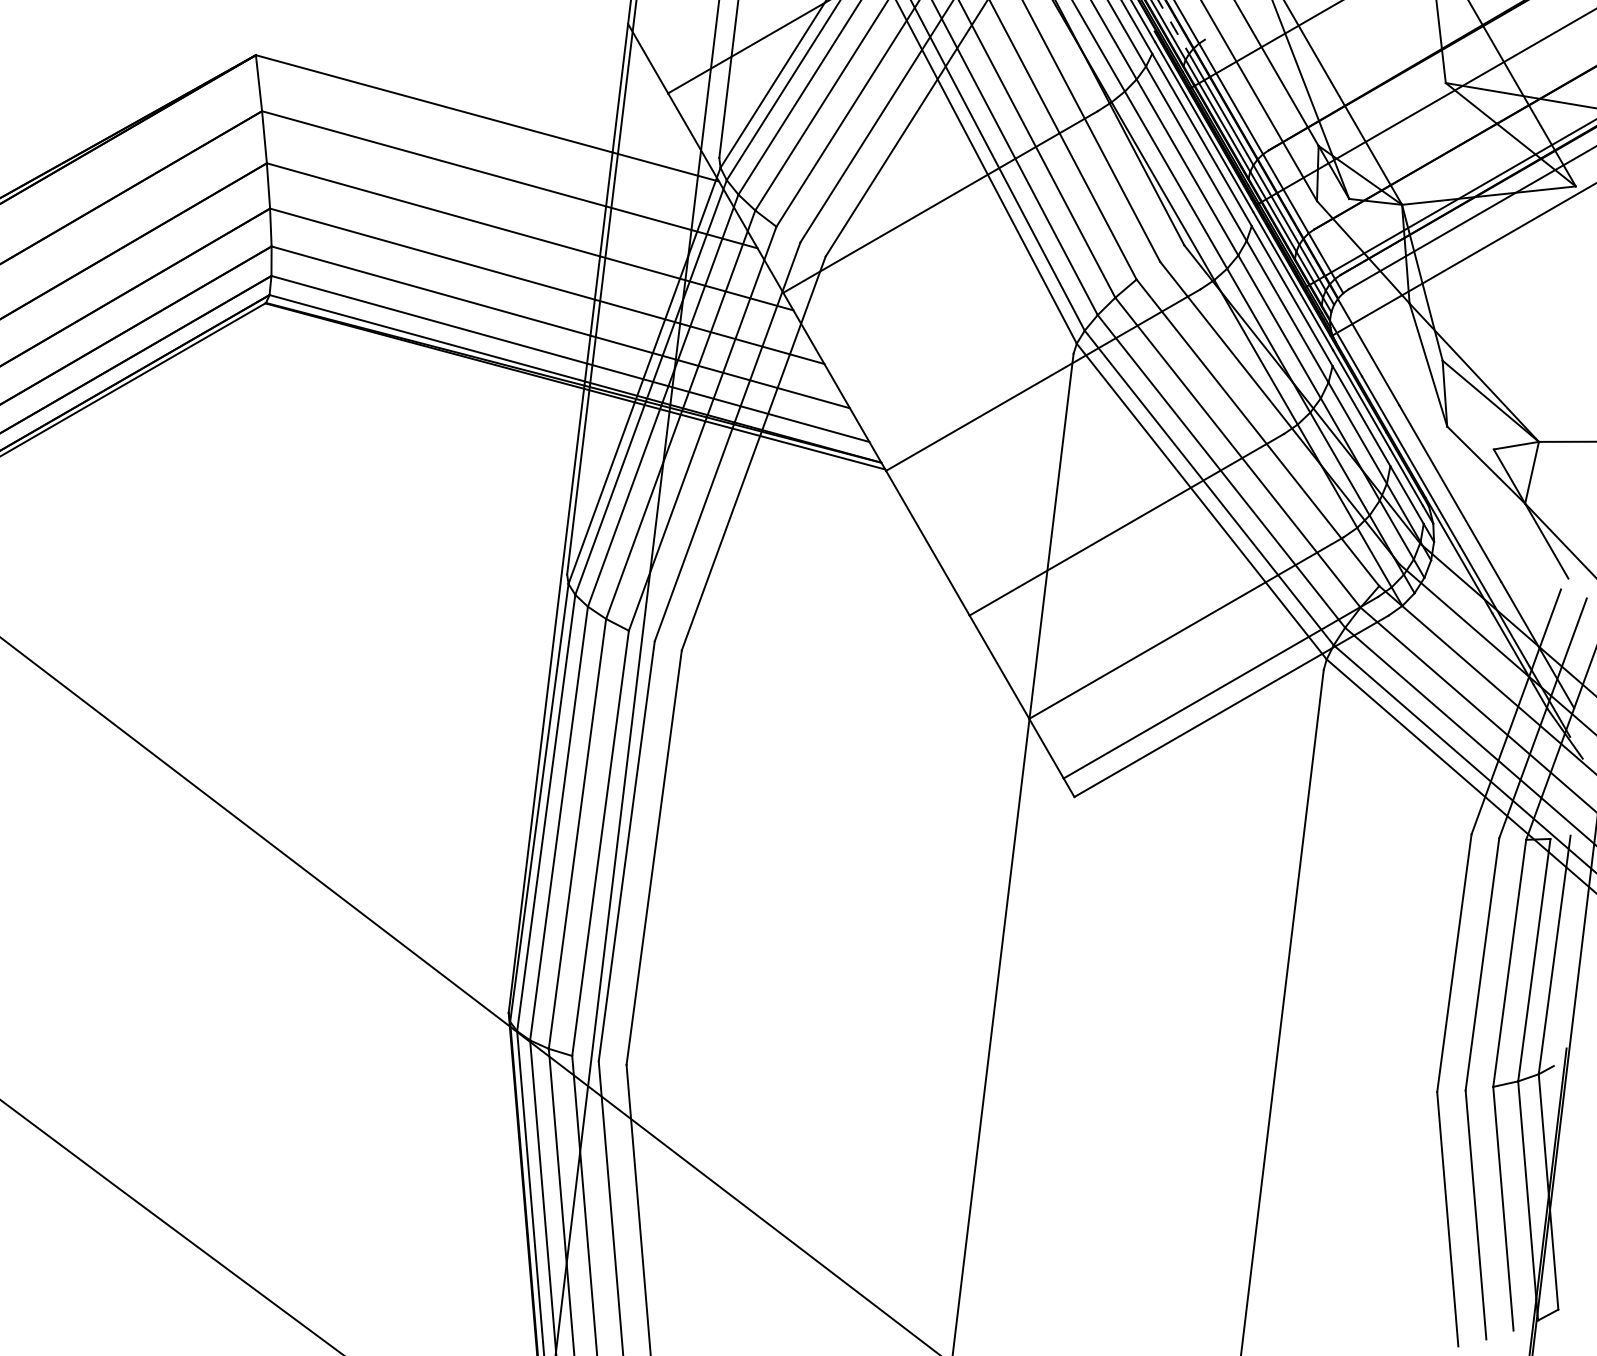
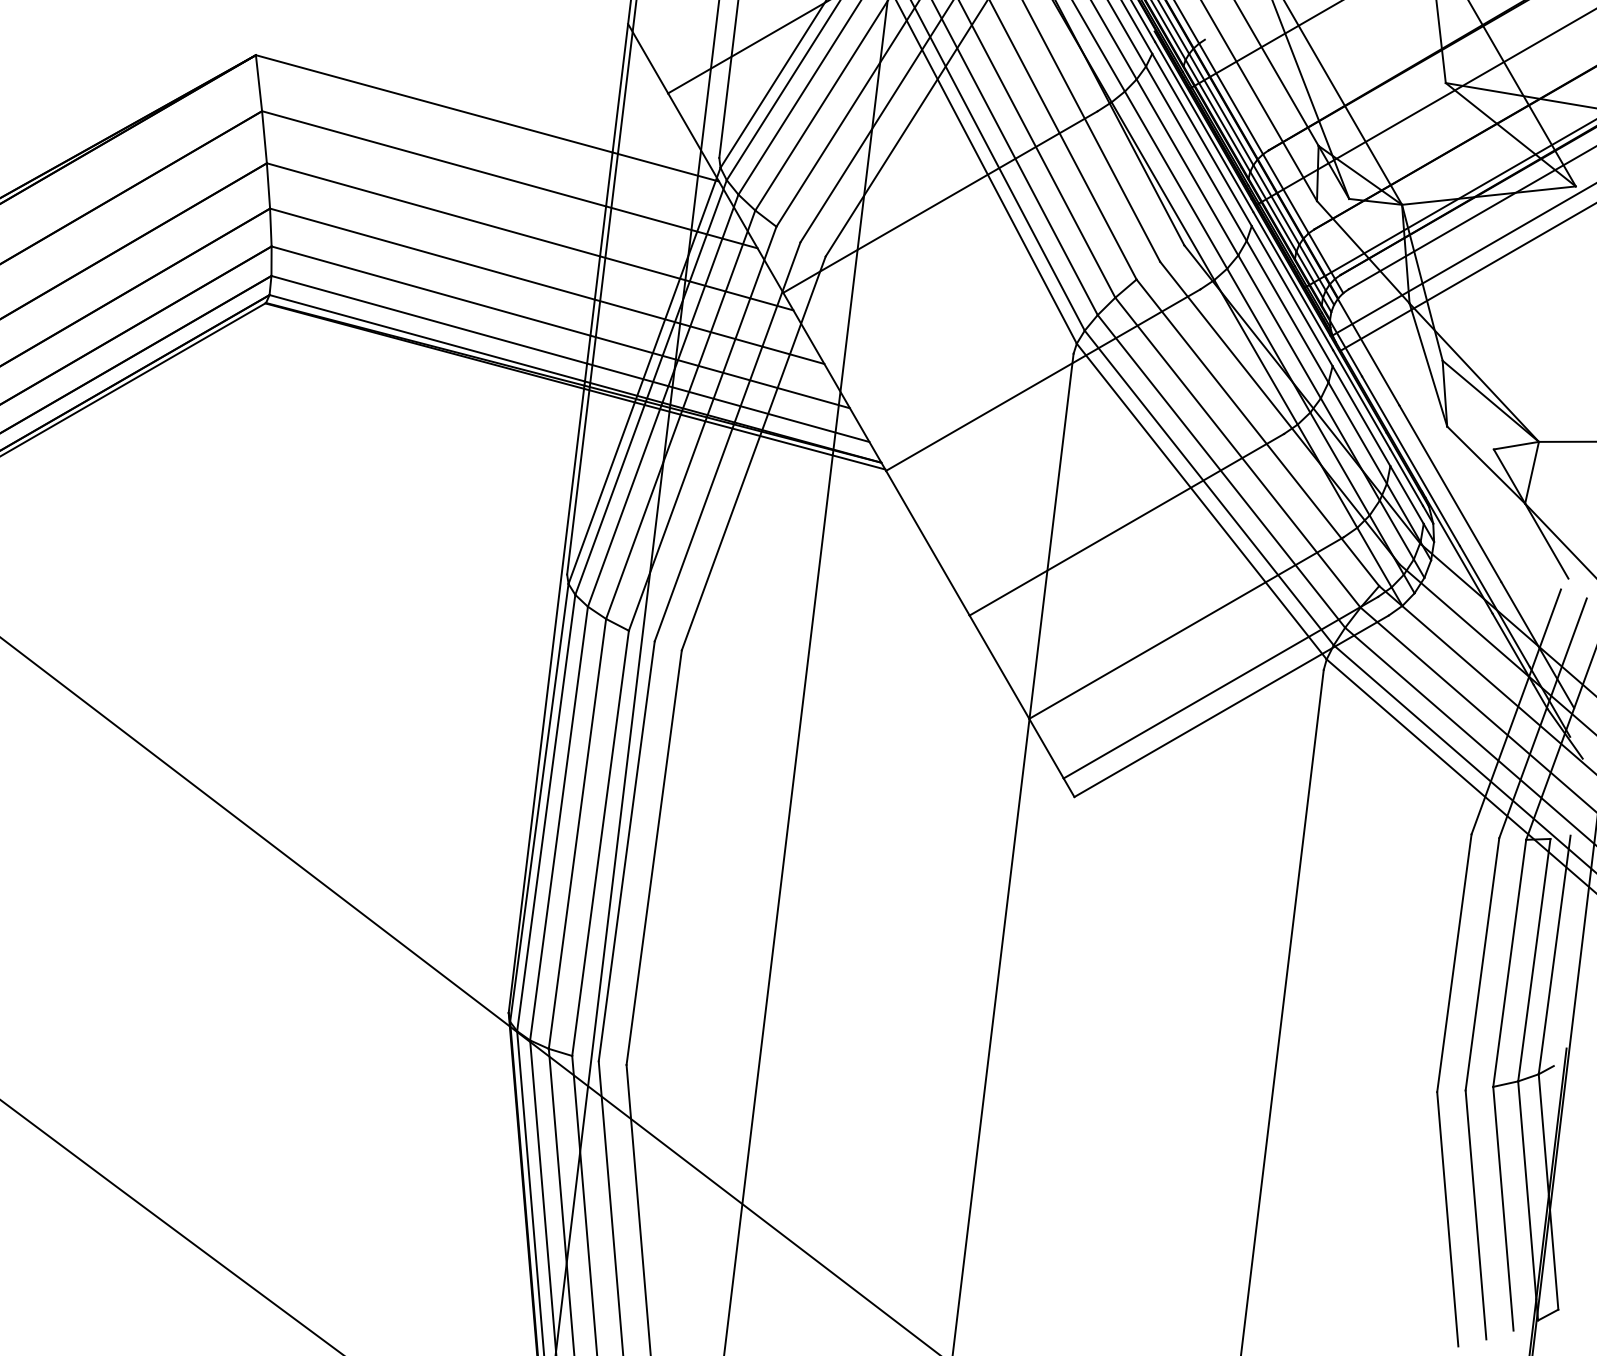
line at (1173, 27): dashed -> solid
line at (1466, 277): none -> present
line at (805, 677): none -> present
